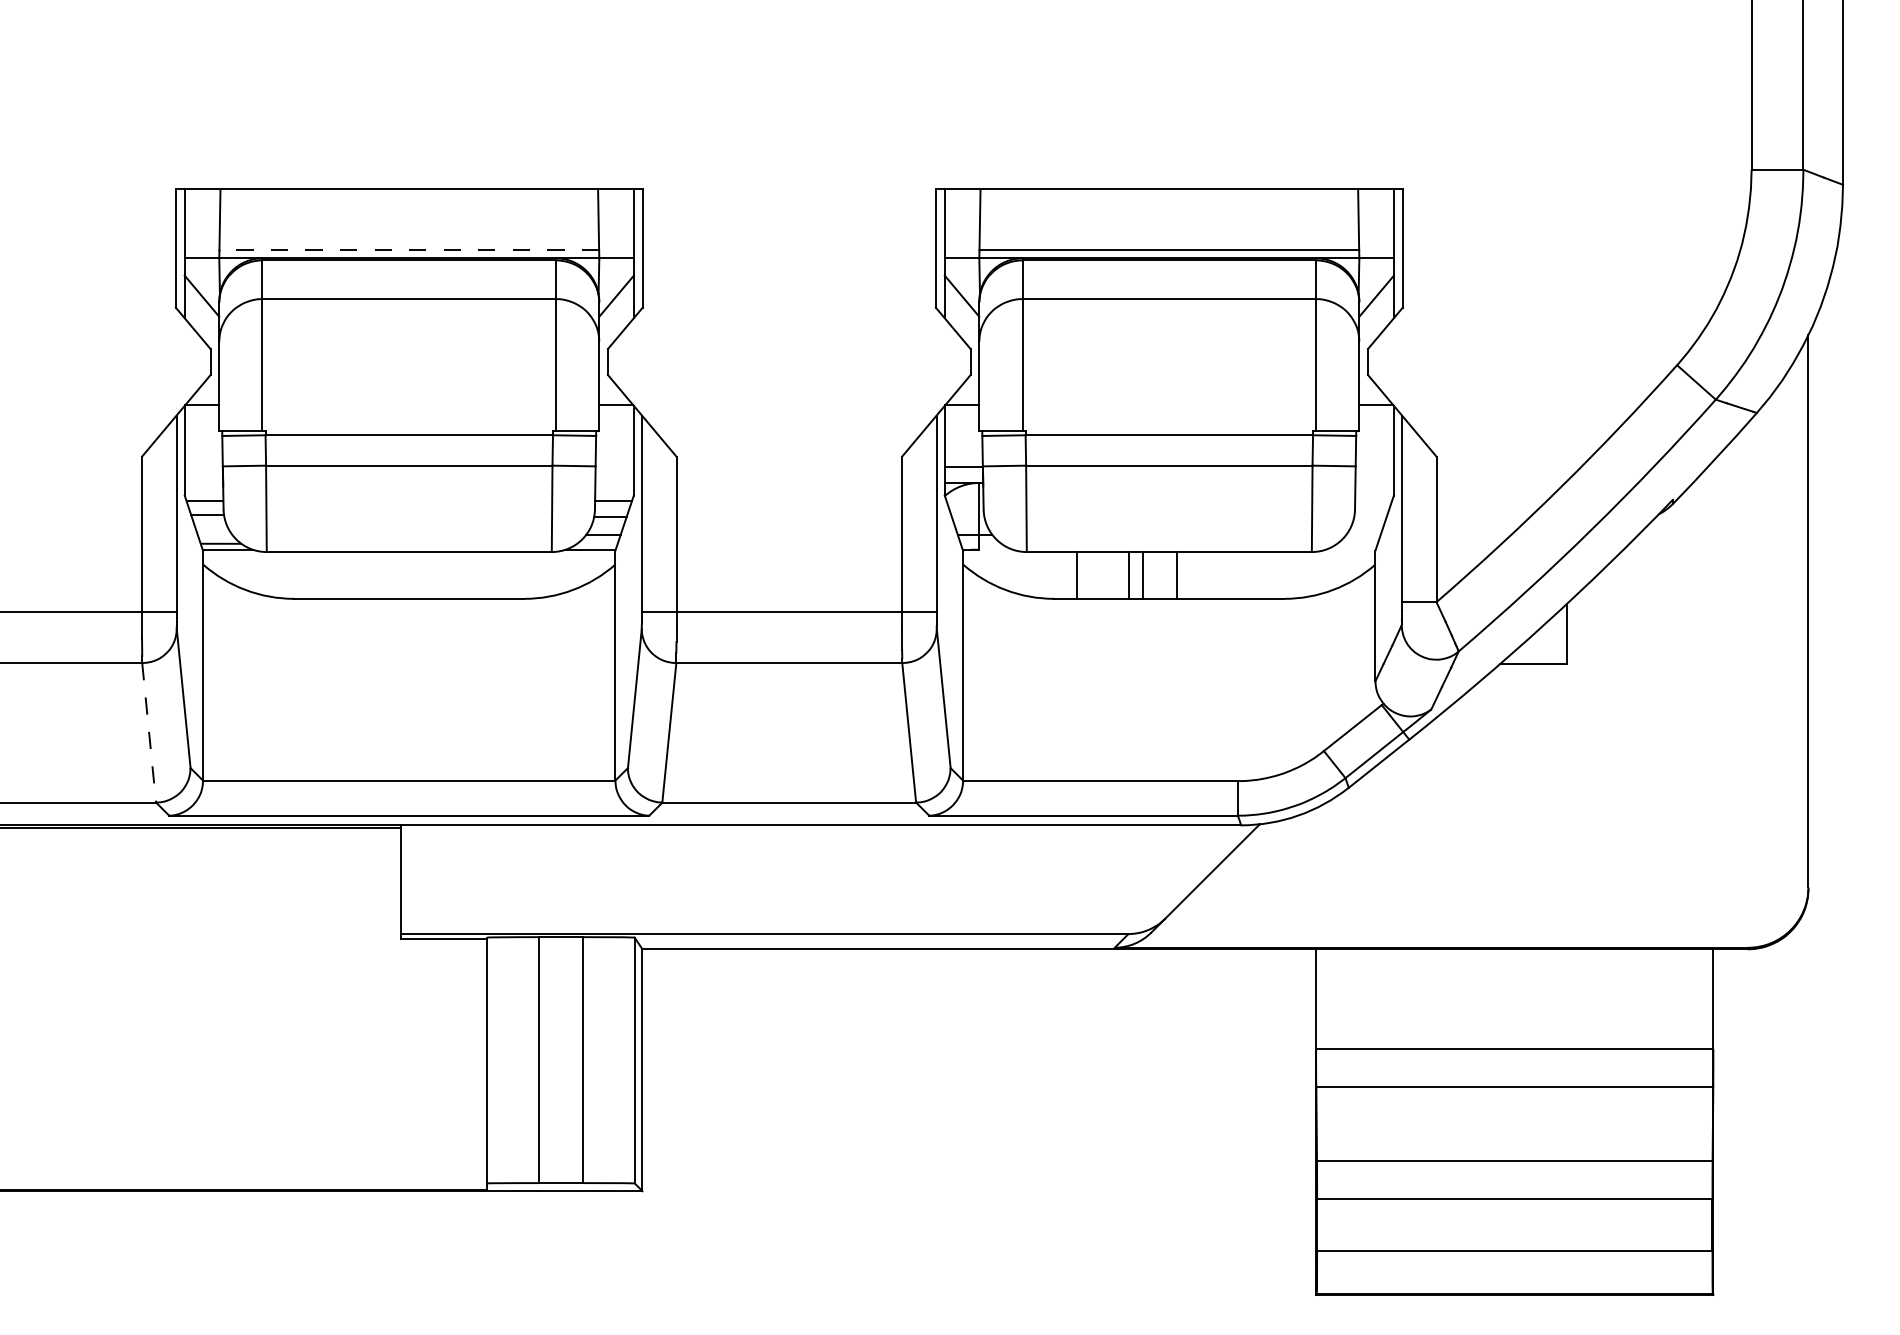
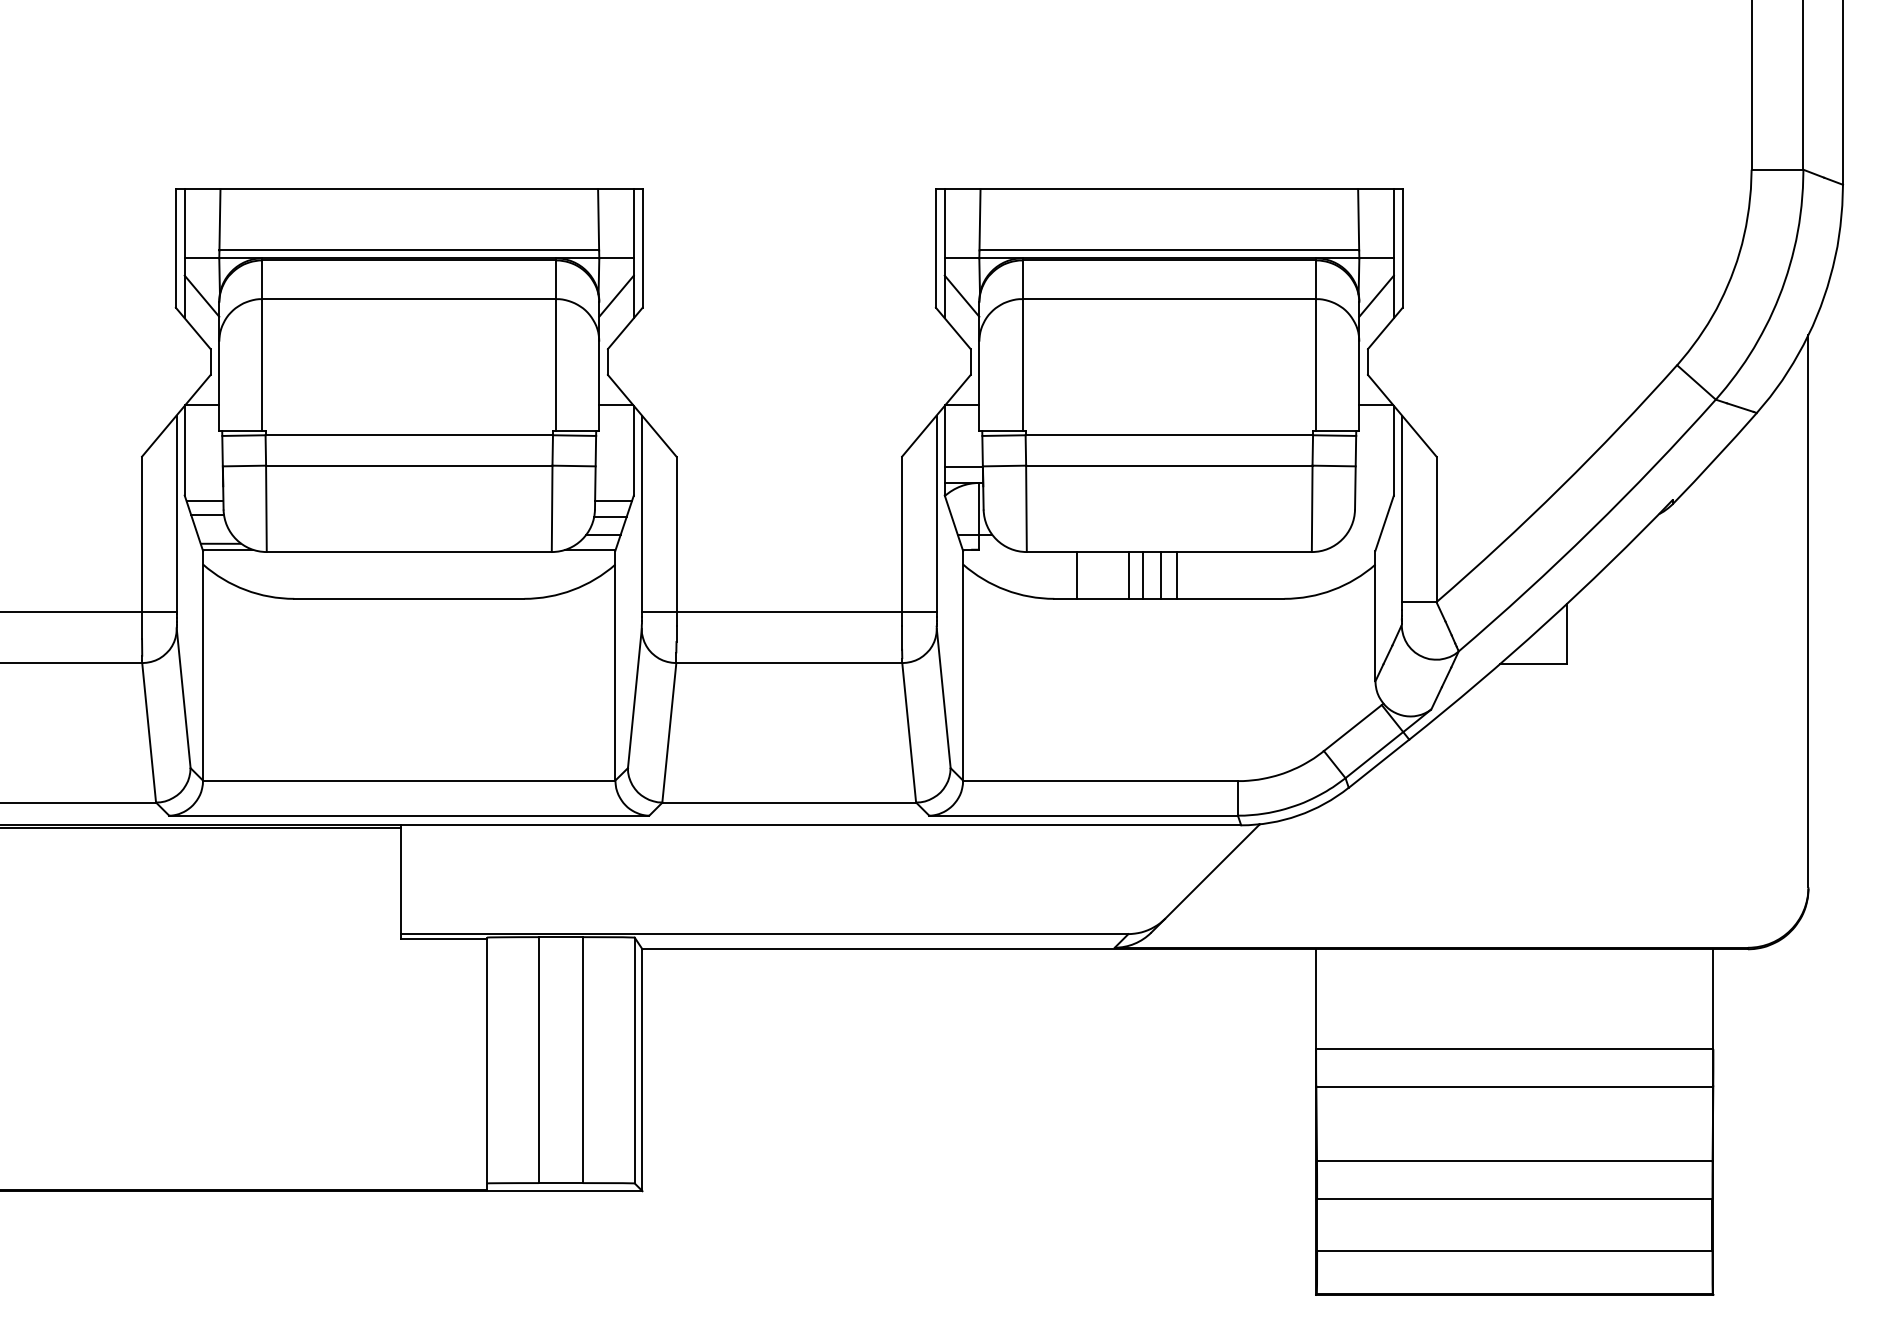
line at (409, 250): dashed -> solid
line at (1160, 575): none -> present
line at (149, 733): dashed -> solid
